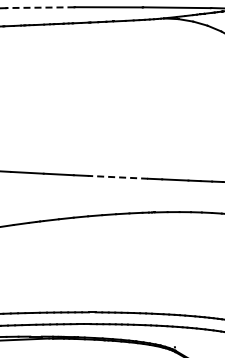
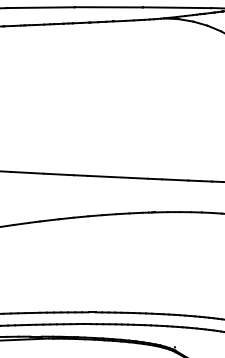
line at (40, 7): dashed -> solid
line at (117, 177): dashed -> solid
